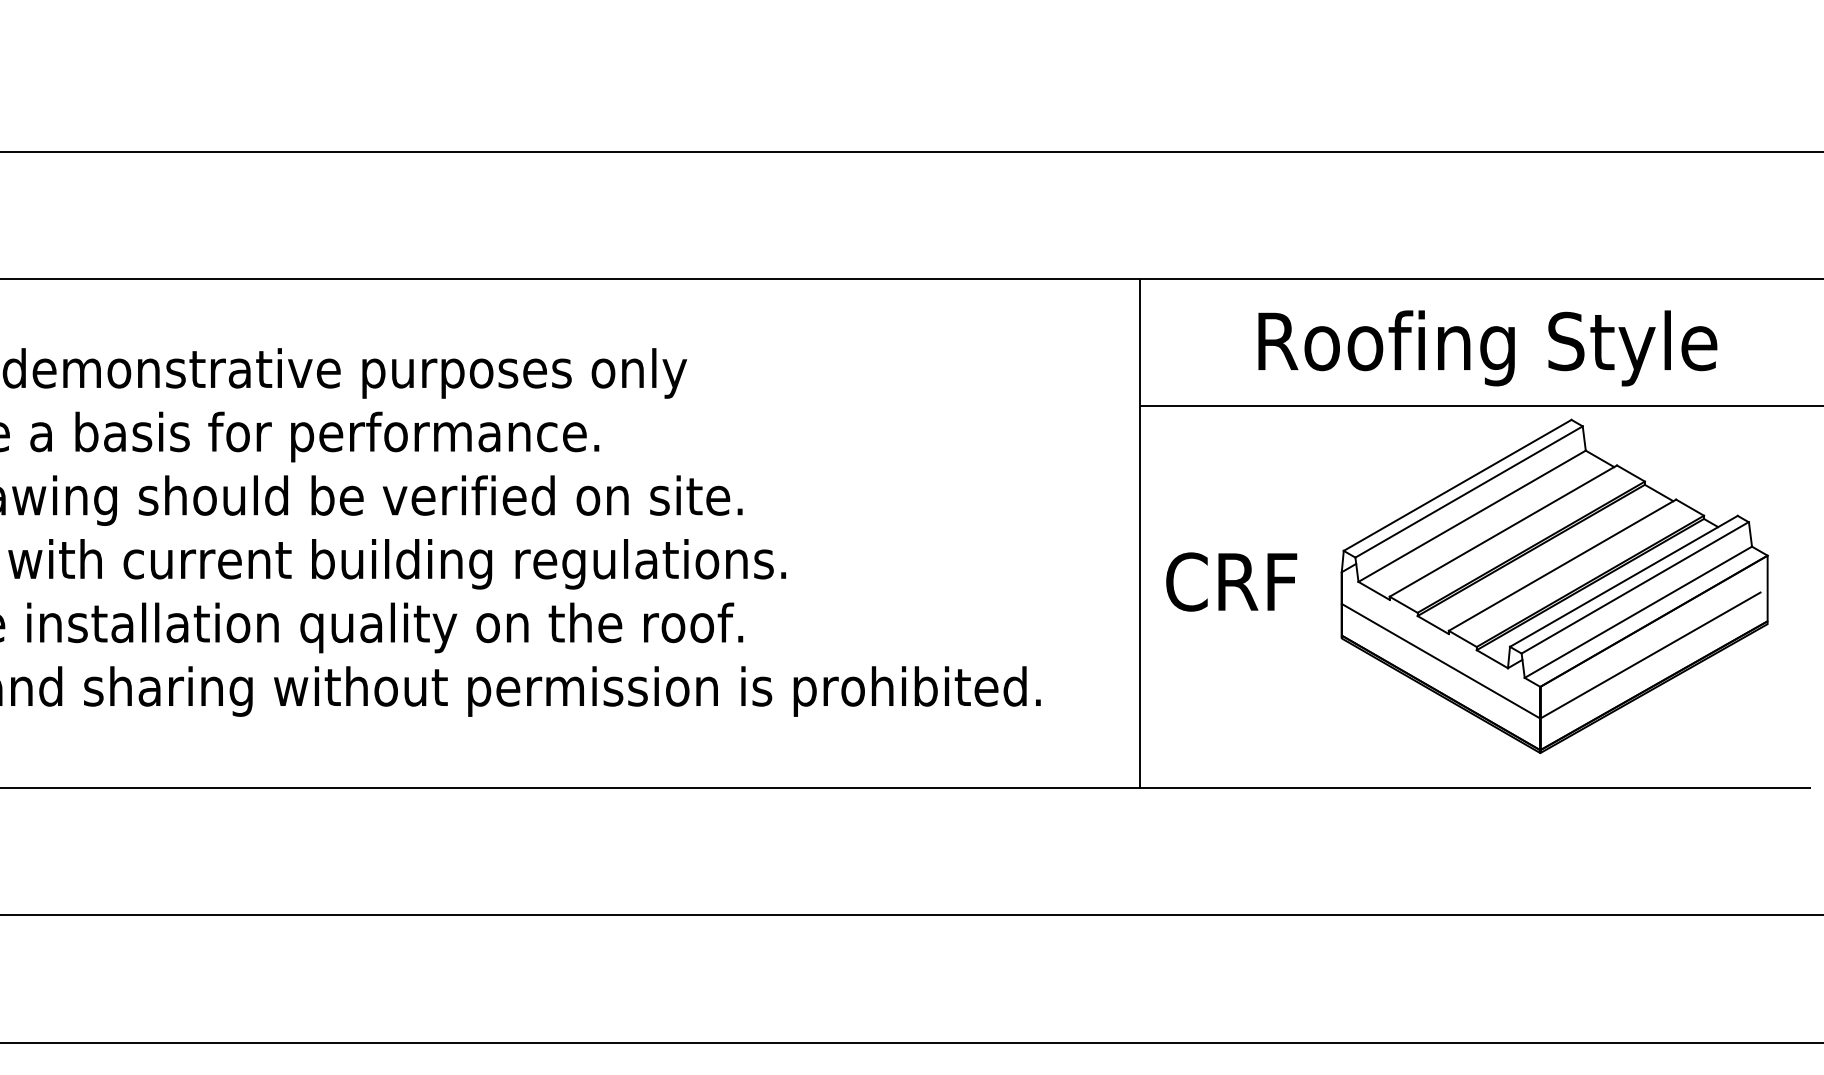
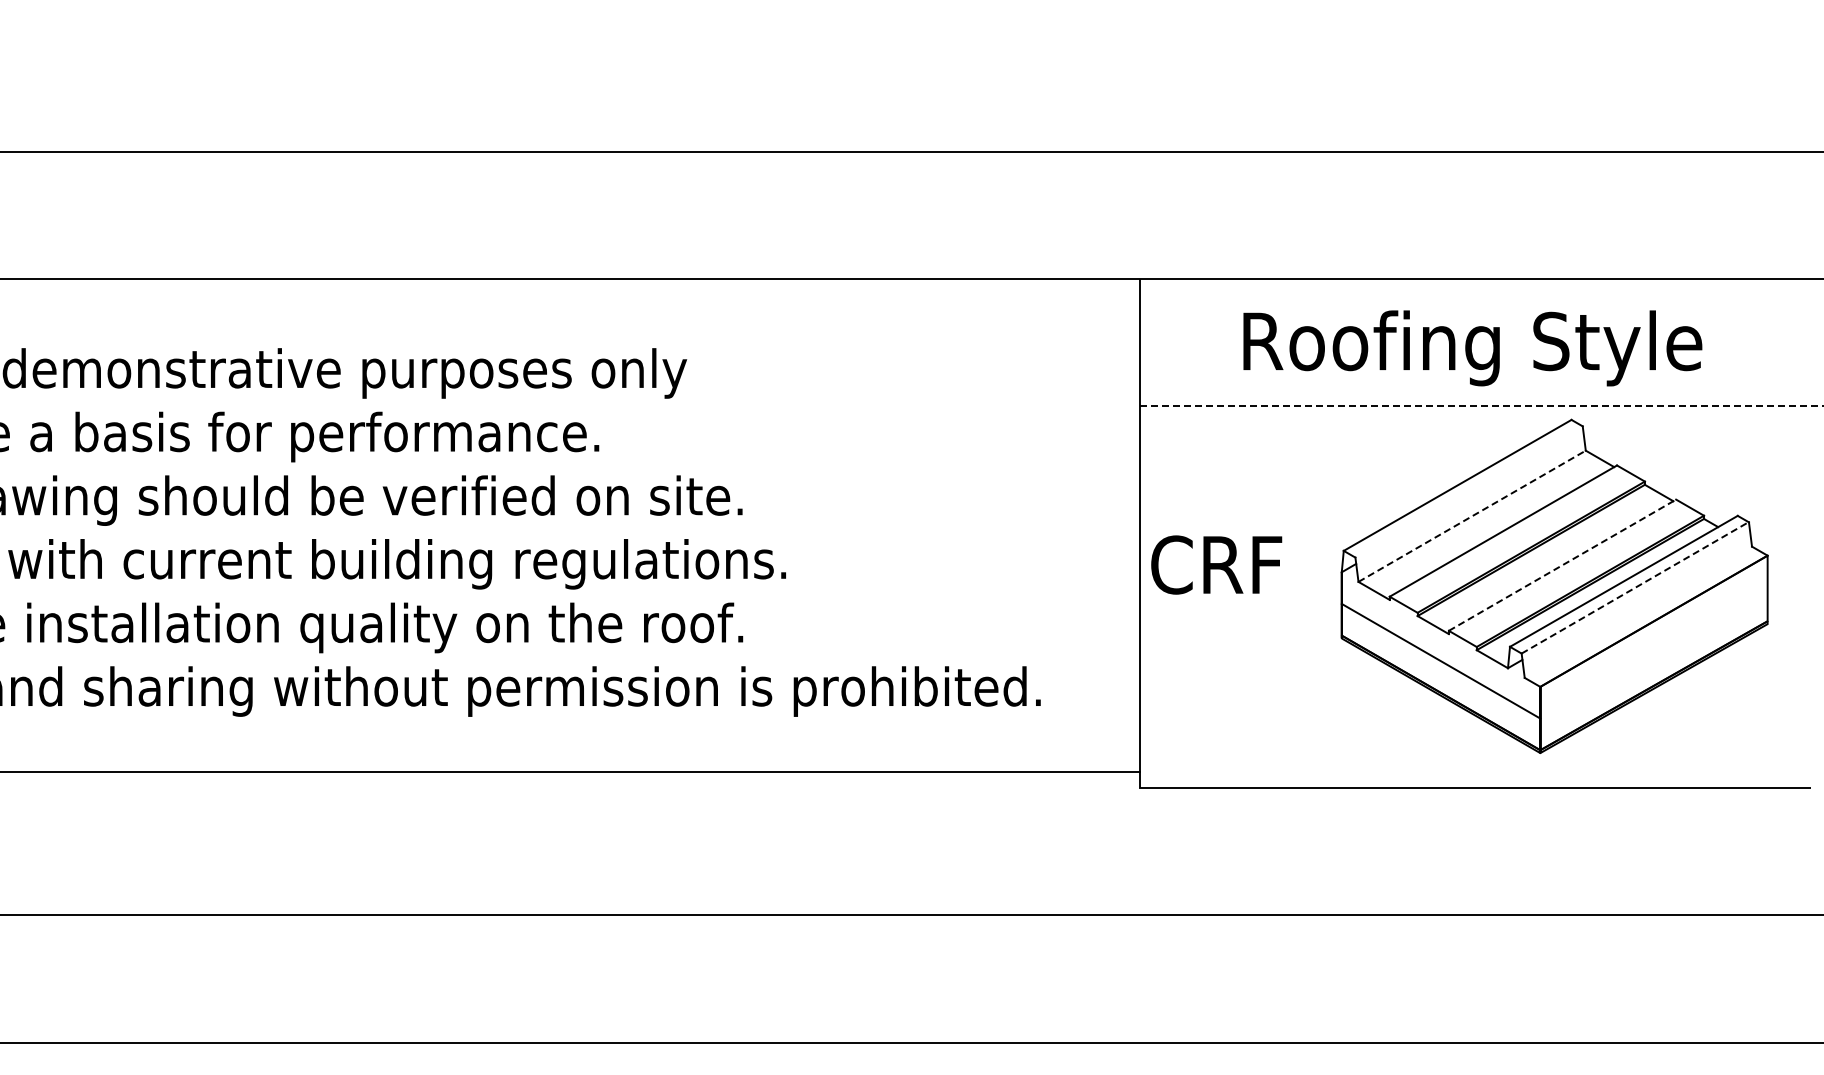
text at (1487, 348) position: (1487, 348) -> (1472, 348)
line at (1481, 406): solid -> dashed
line at (1468, 491): present -> none
line at (1472, 516): solid -> dashed
line at (1562, 564): solid -> dashed
text at (1231, 581) position: (1231, 581) -> (1216, 564)
line at (1635, 587): solid -> dashed
line at (1638, 611): present -> none
line at (1650, 655): present -> none
line at (571, 788) position: (571, 788) -> (571, 772)
